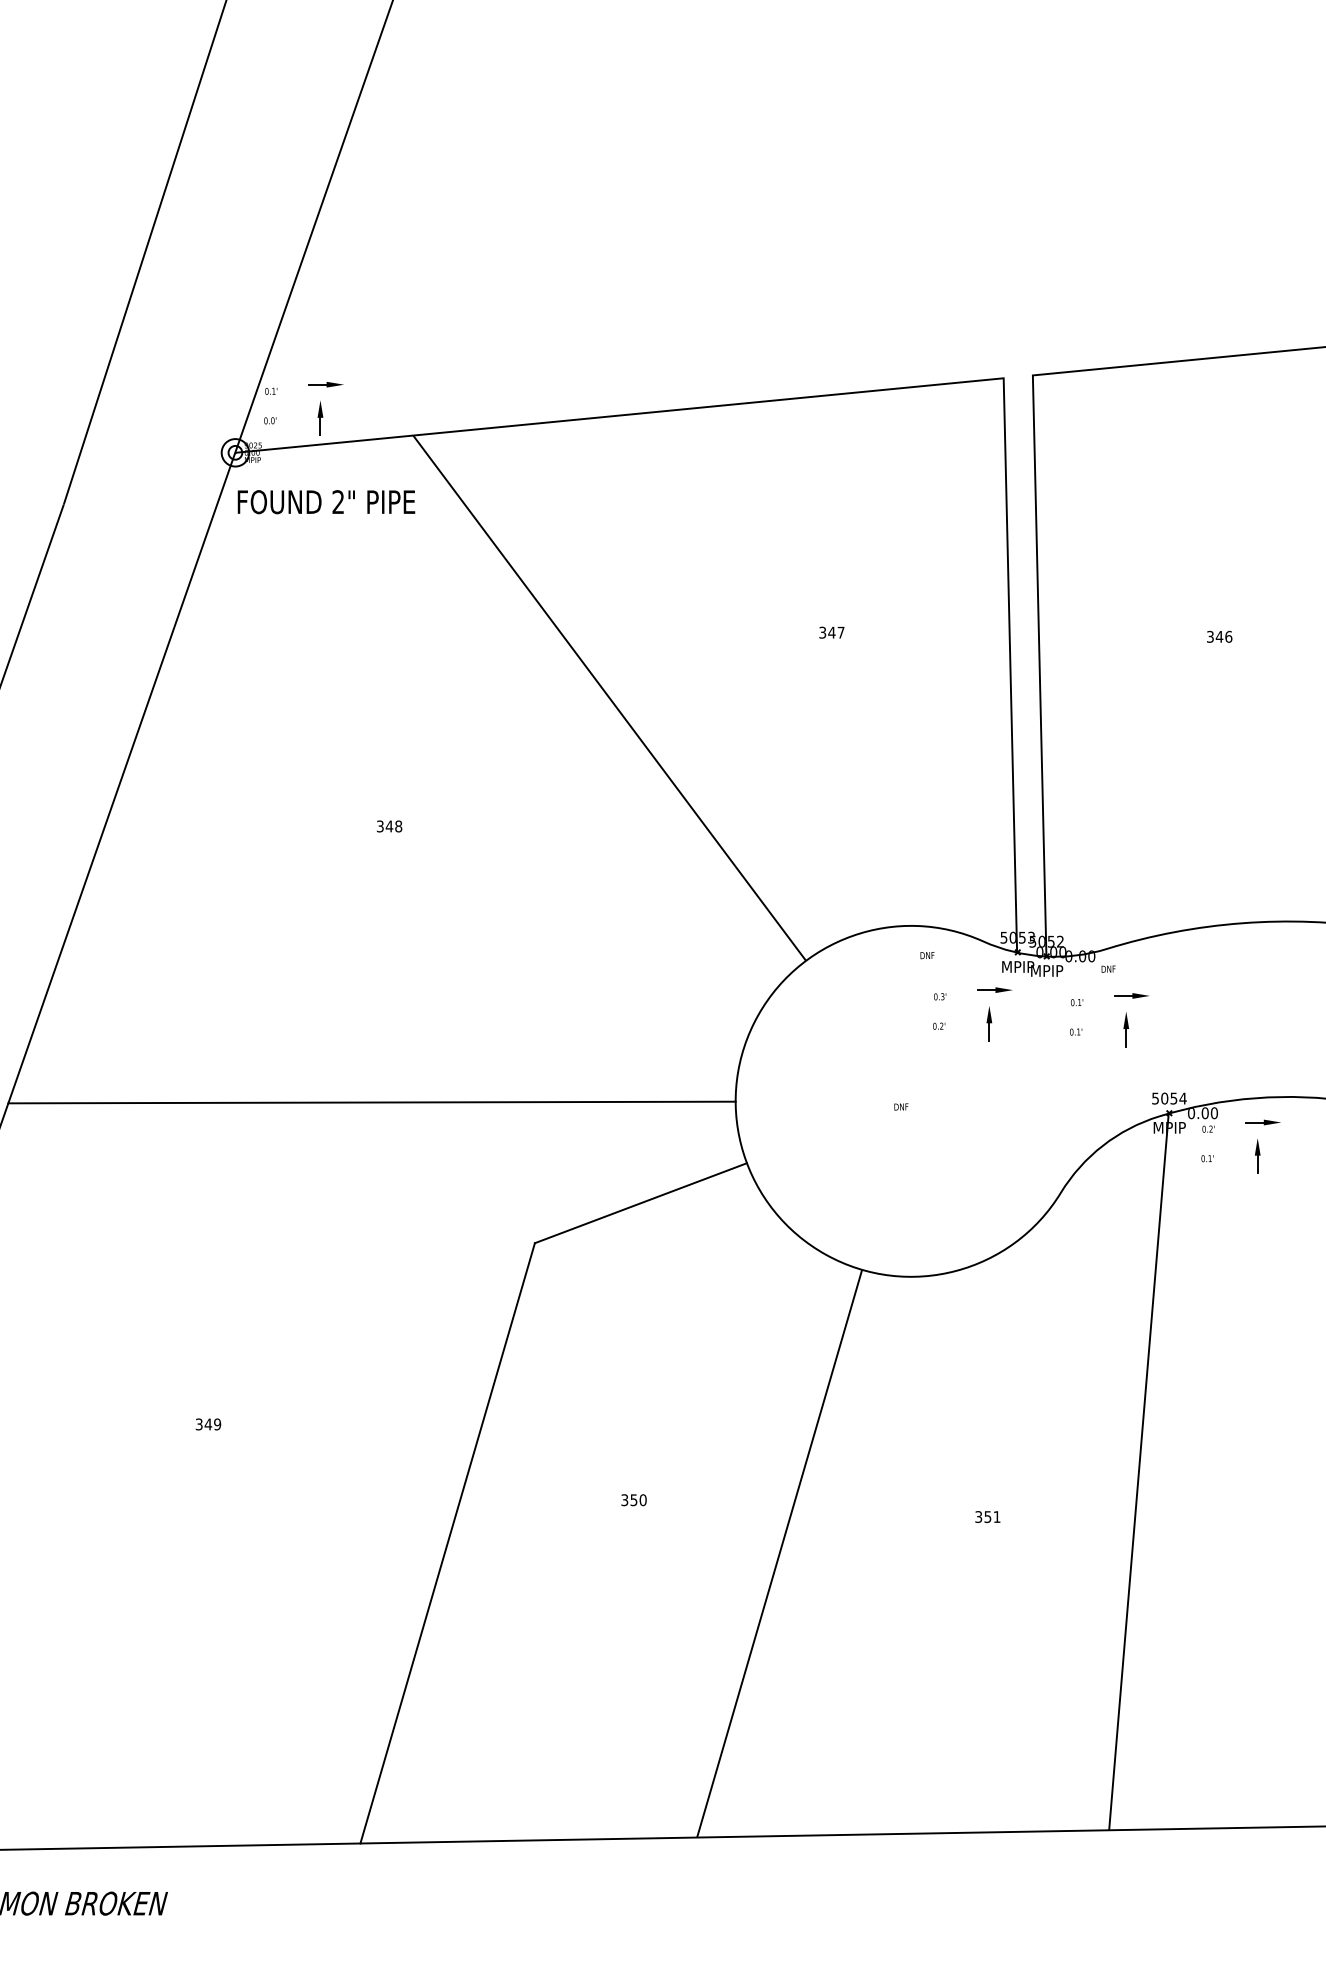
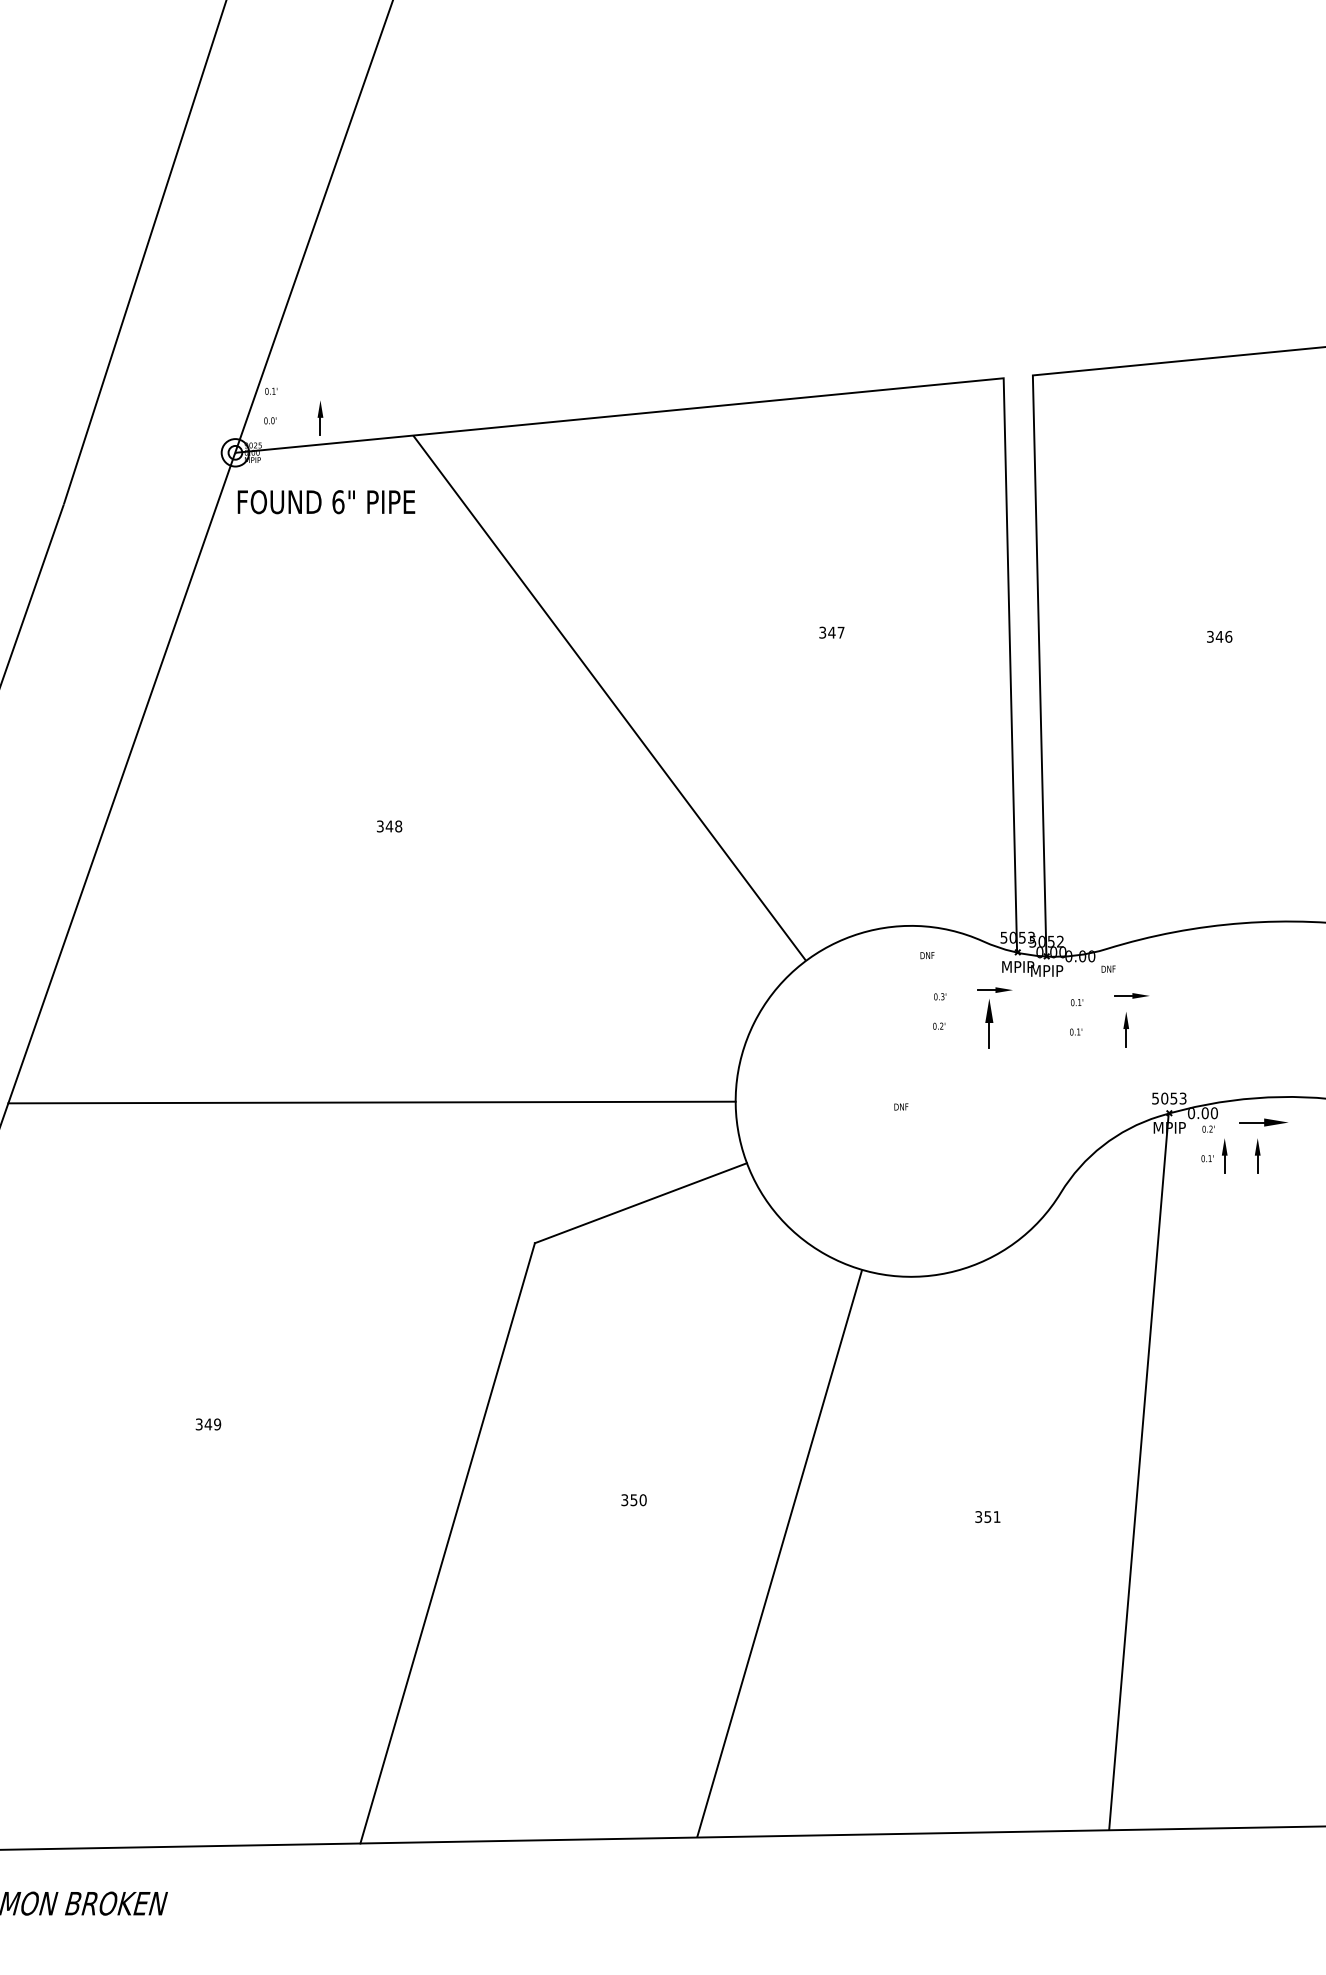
part at (325, 384): present -> none
text at (338, 502): 2" -> 6"
part at (989, 1023) size: 7x36 px -> 9x50 px
text at (1182, 1098): 5054 -> 5053
part at (1262, 1122) size: 36x7 px -> 49x9 px
part at (1224, 1155): none -> present
